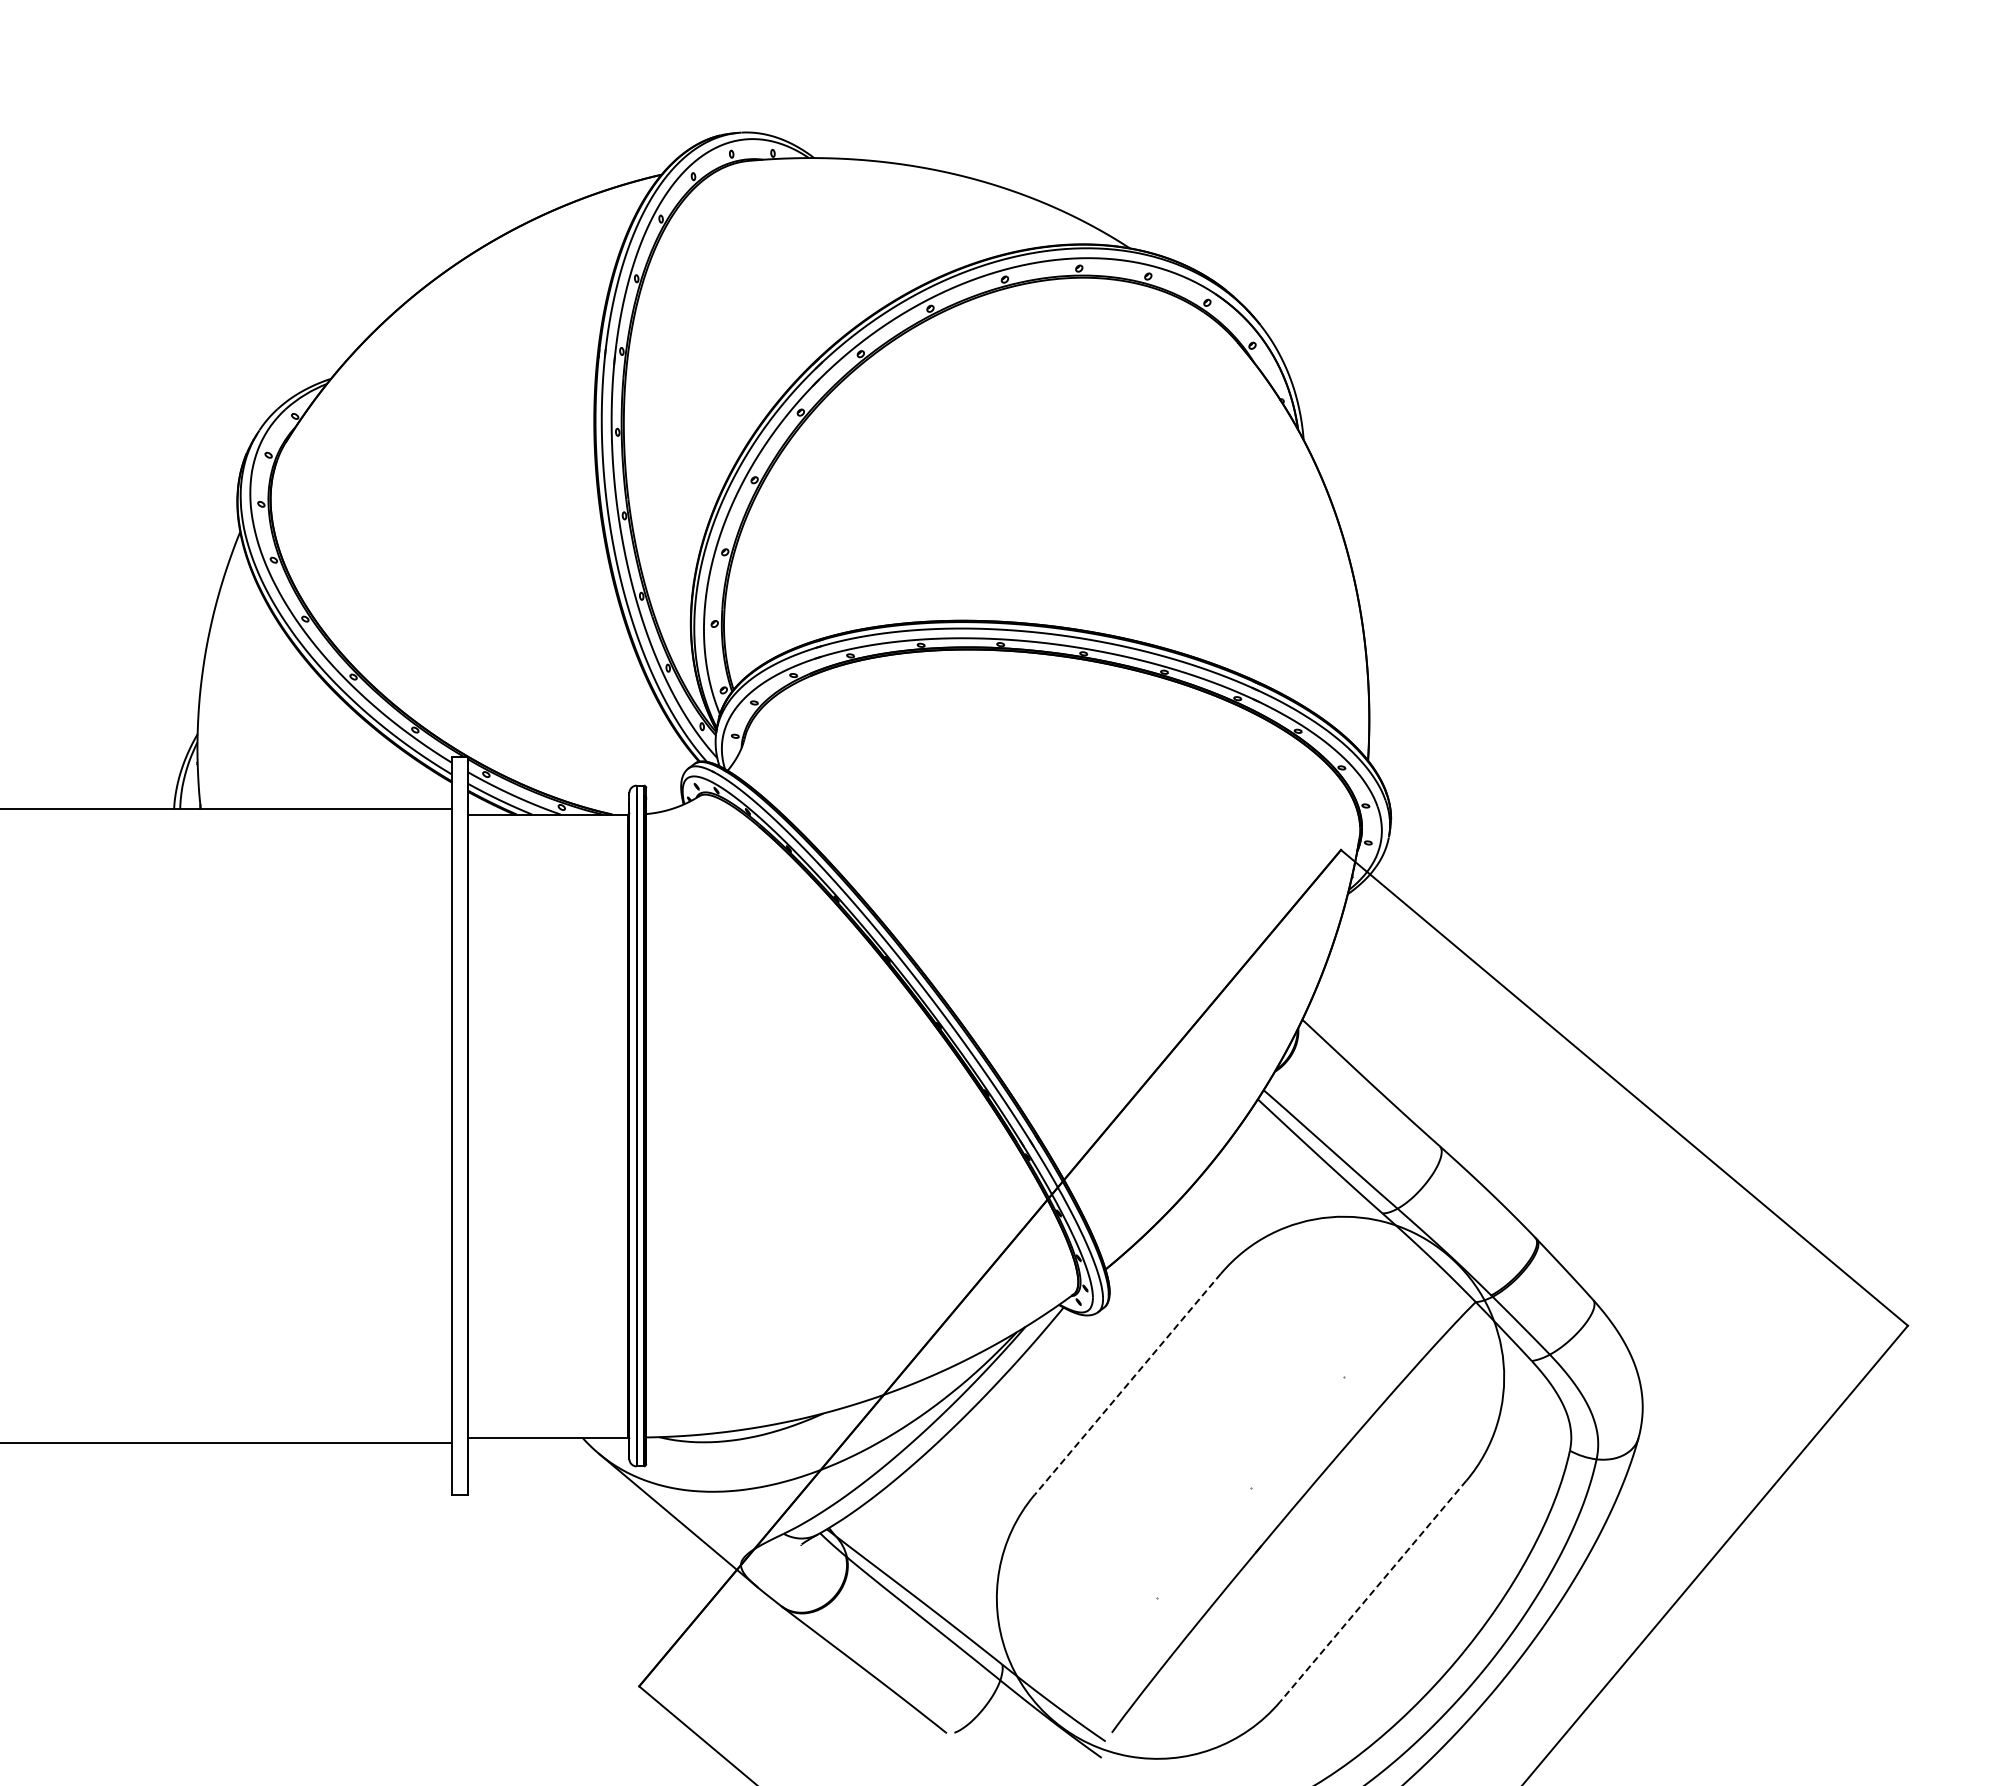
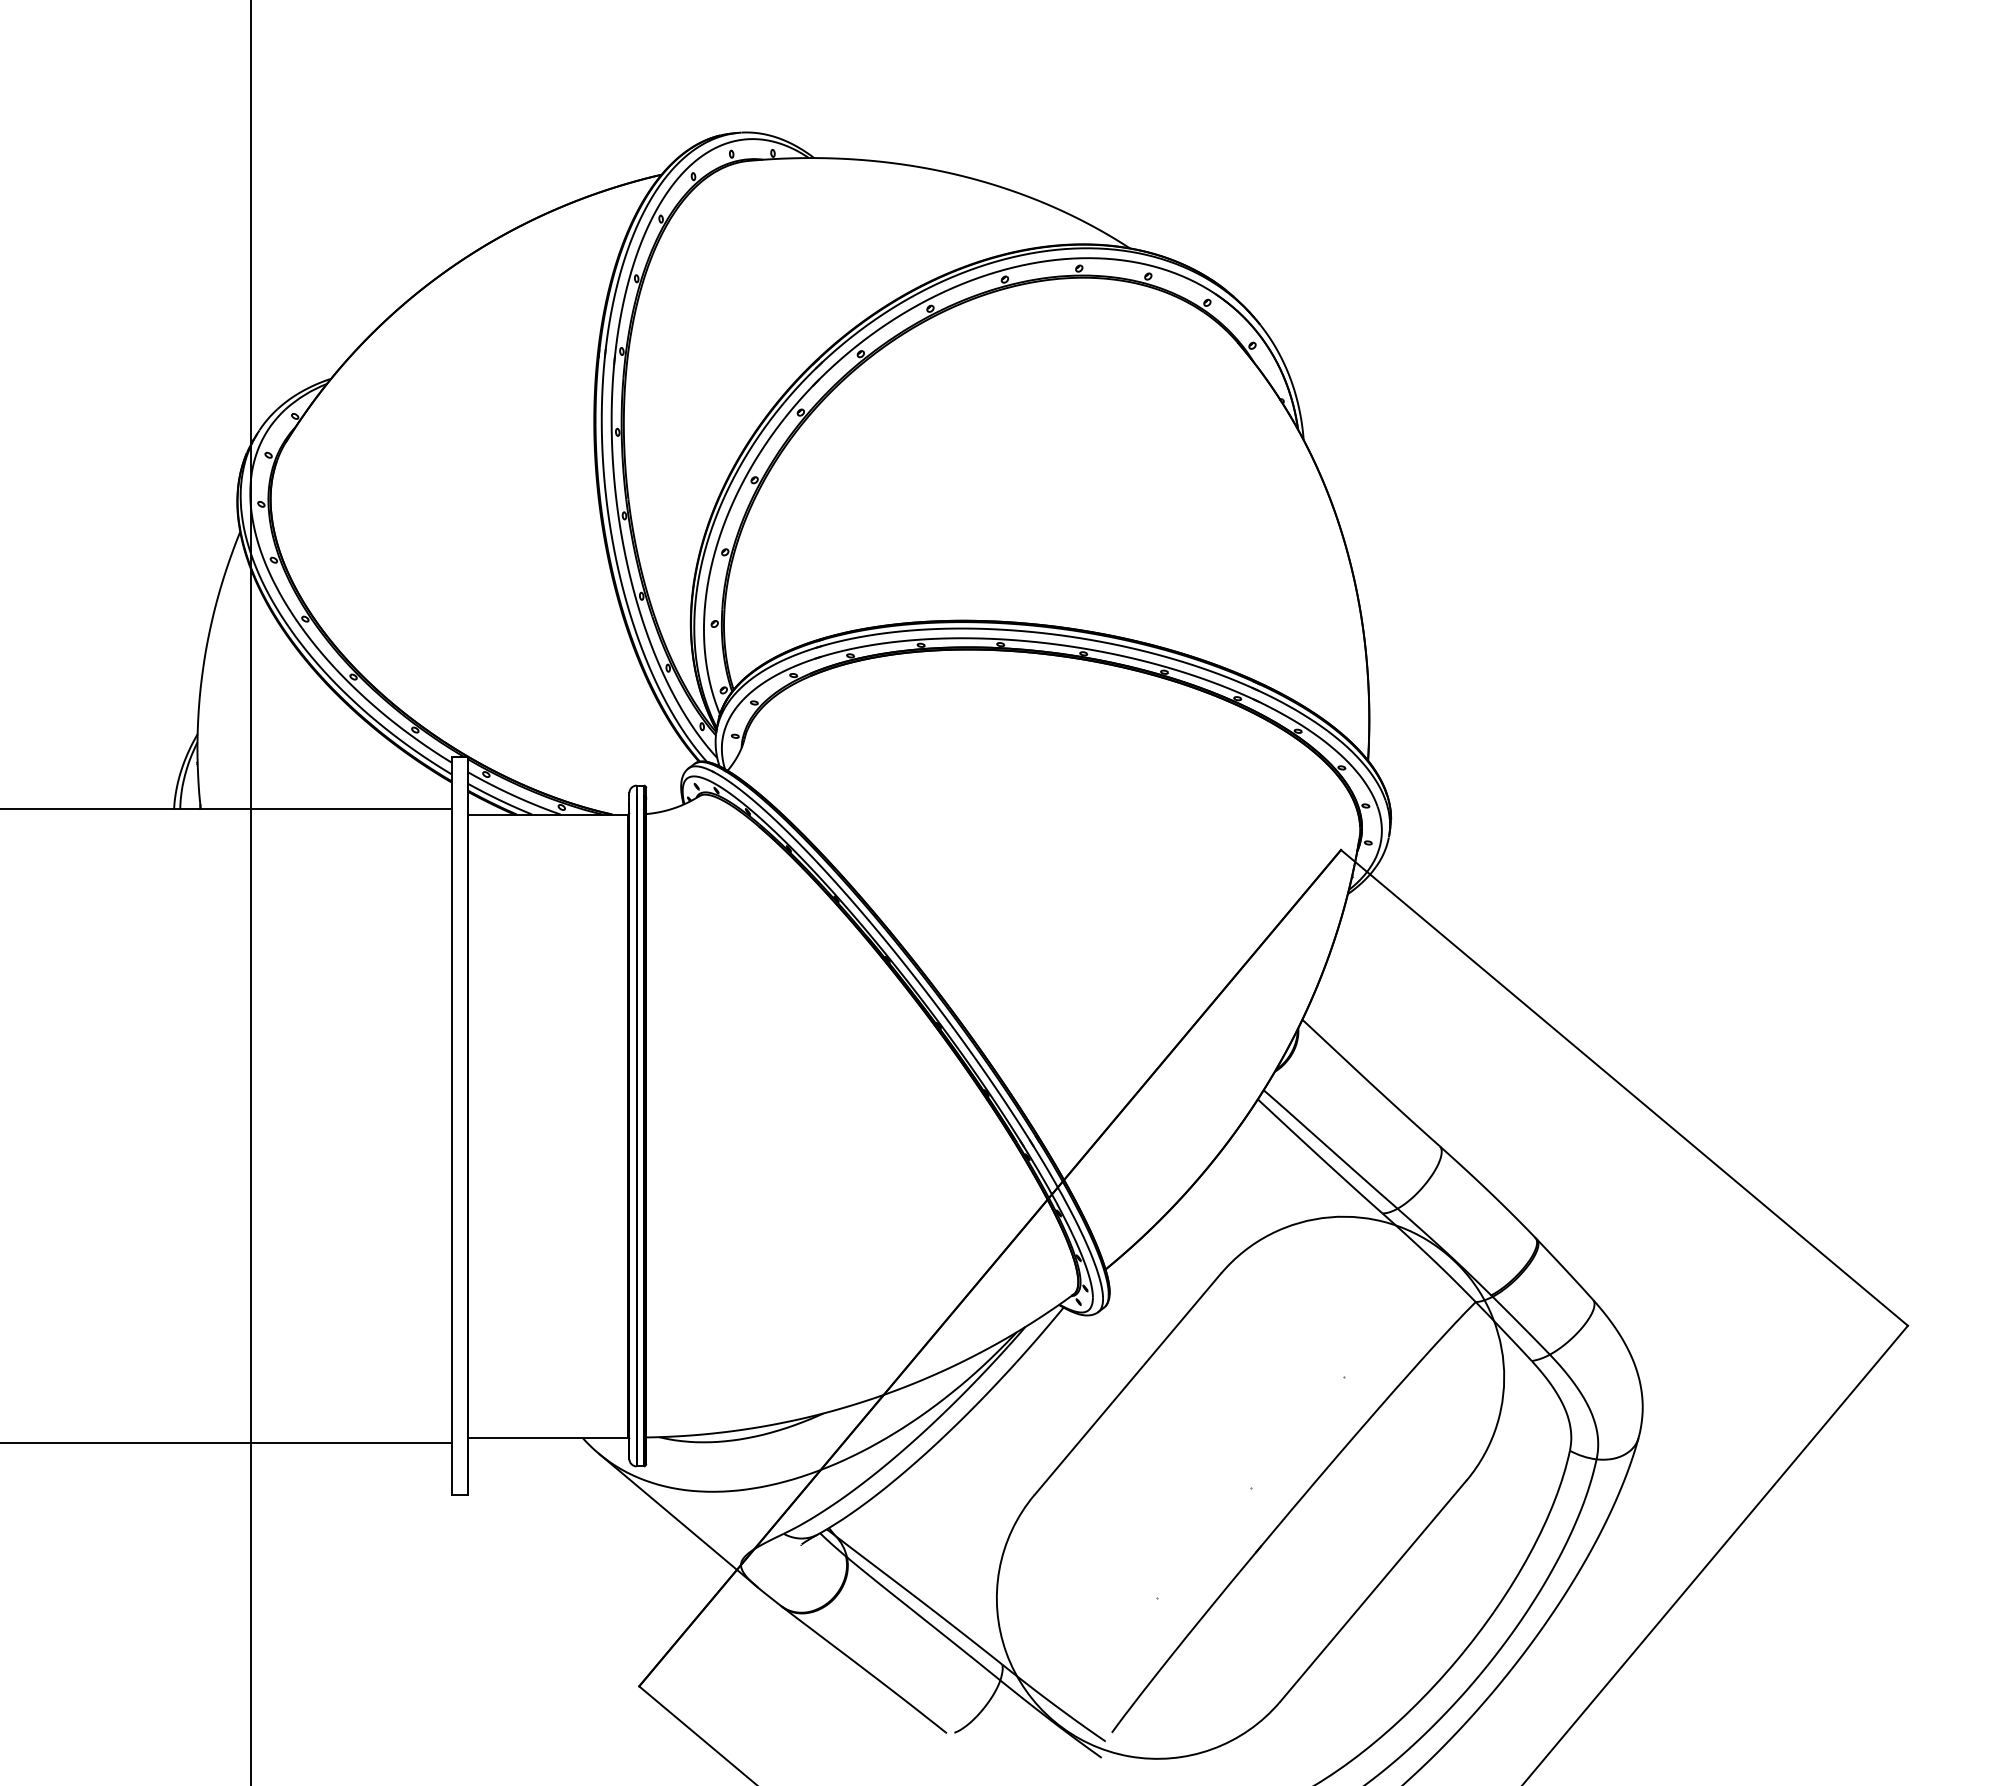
line at (250, 892): none -> present
line at (1127, 1384): dashed -> solid
line at (1373, 1591): dashed -> solid
